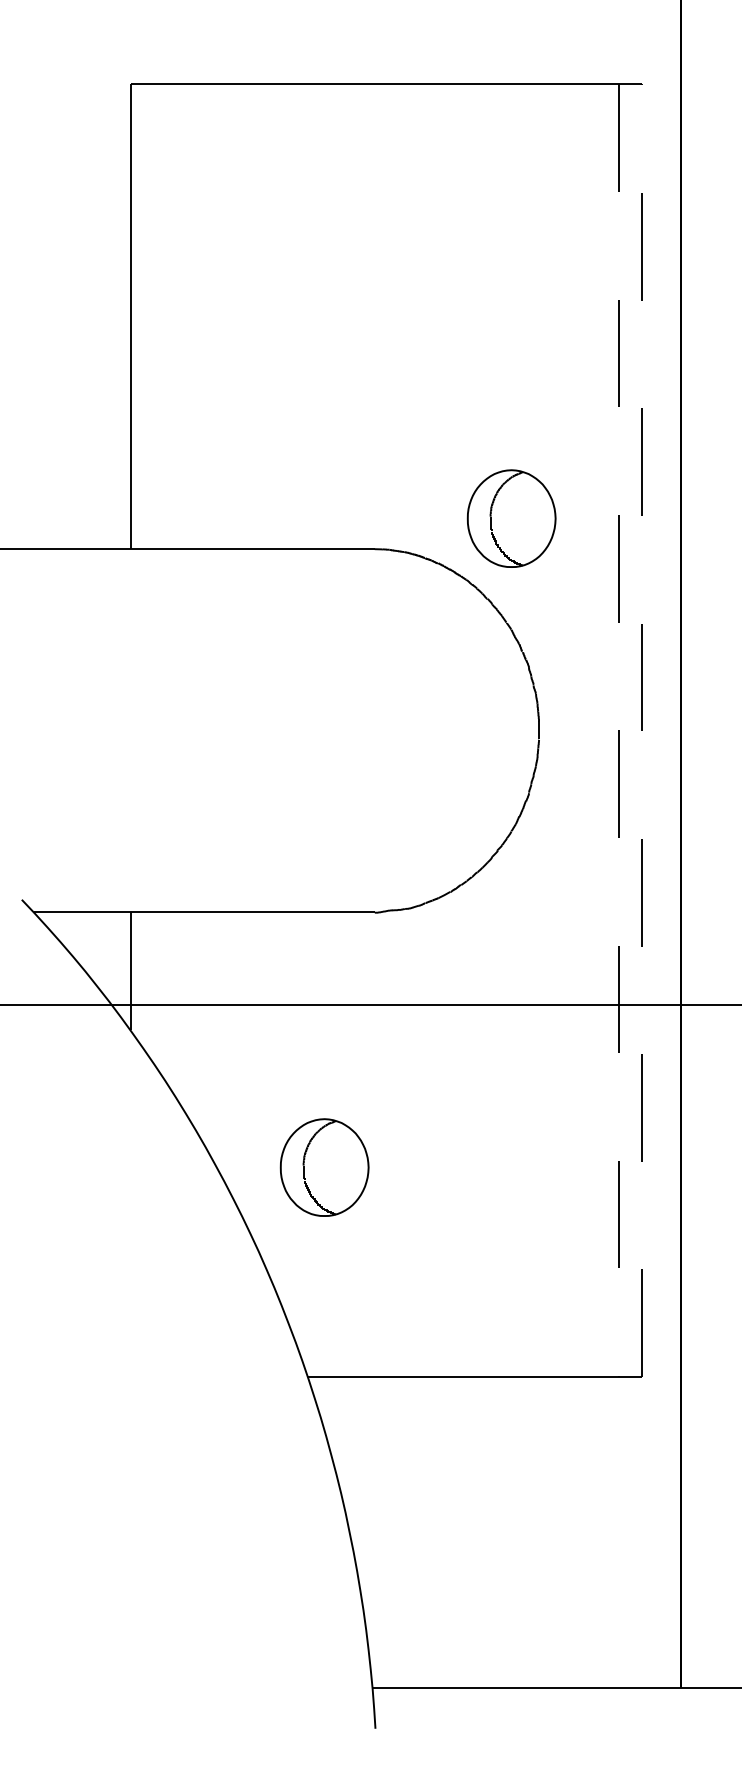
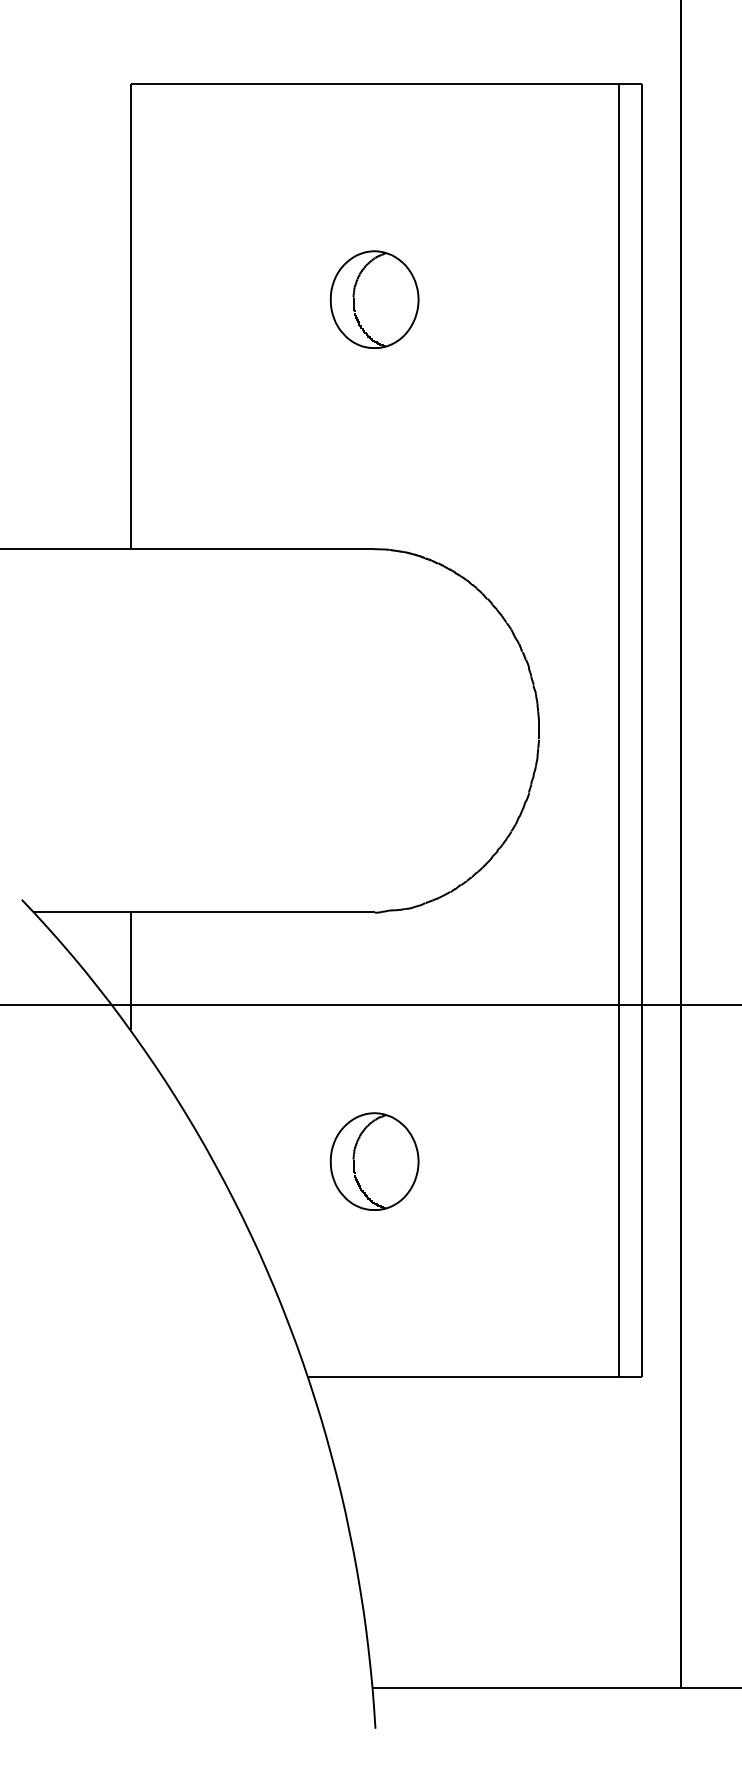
part at (511, 518) position: (511, 518) -> (374, 299)
line at (641, 730): dashed -> solid
line at (618, 731): dashed -> solid
part at (324, 1167) position: (324, 1167) -> (374, 1161)
